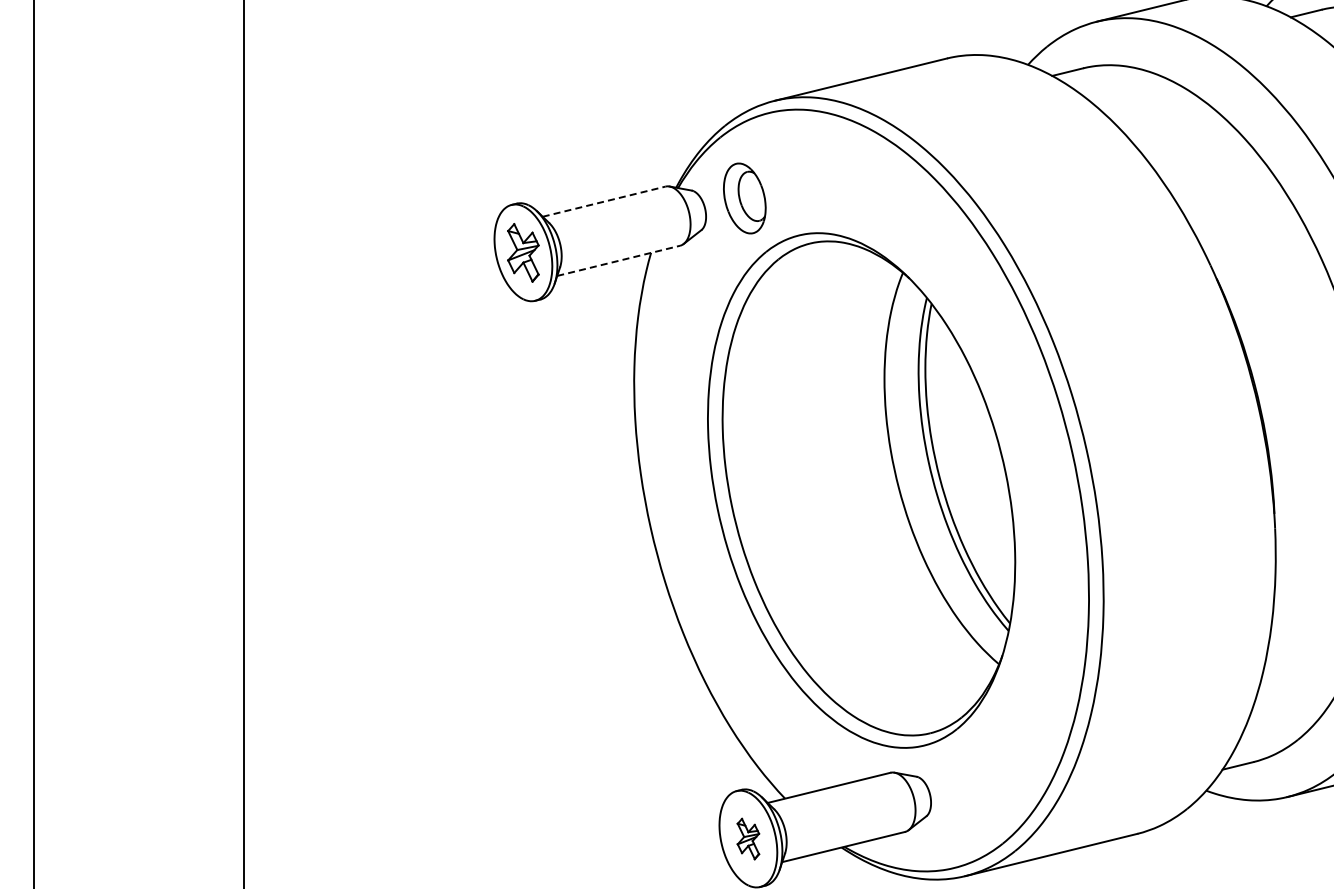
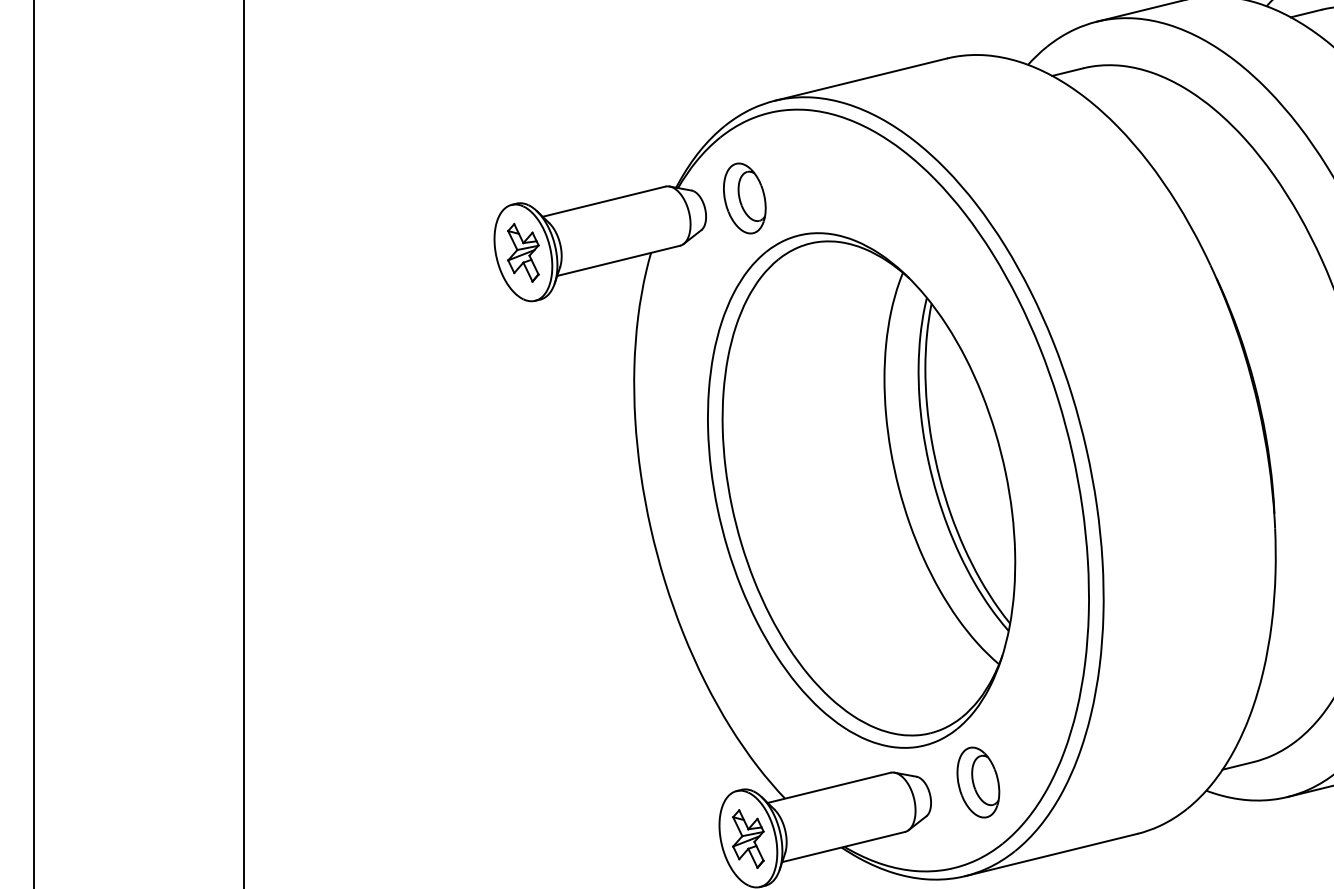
line at (604, 201): dashed -> solid
line at (619, 260): dashed -> solid
part at (978, 782): none -> present
part at (748, 838) size: 25x44 px -> 33x60 px
